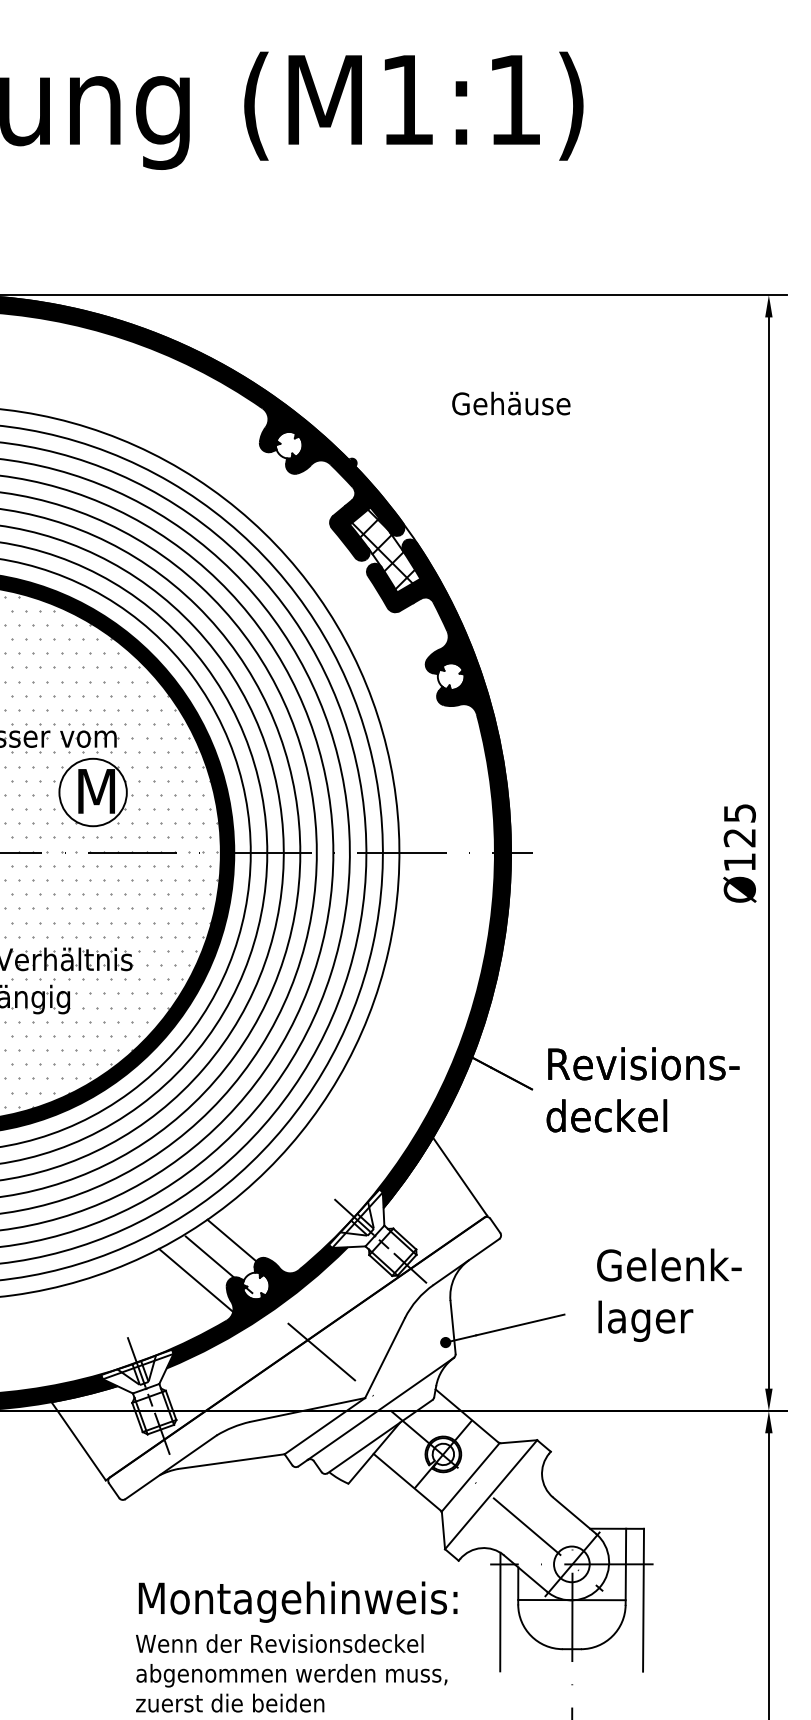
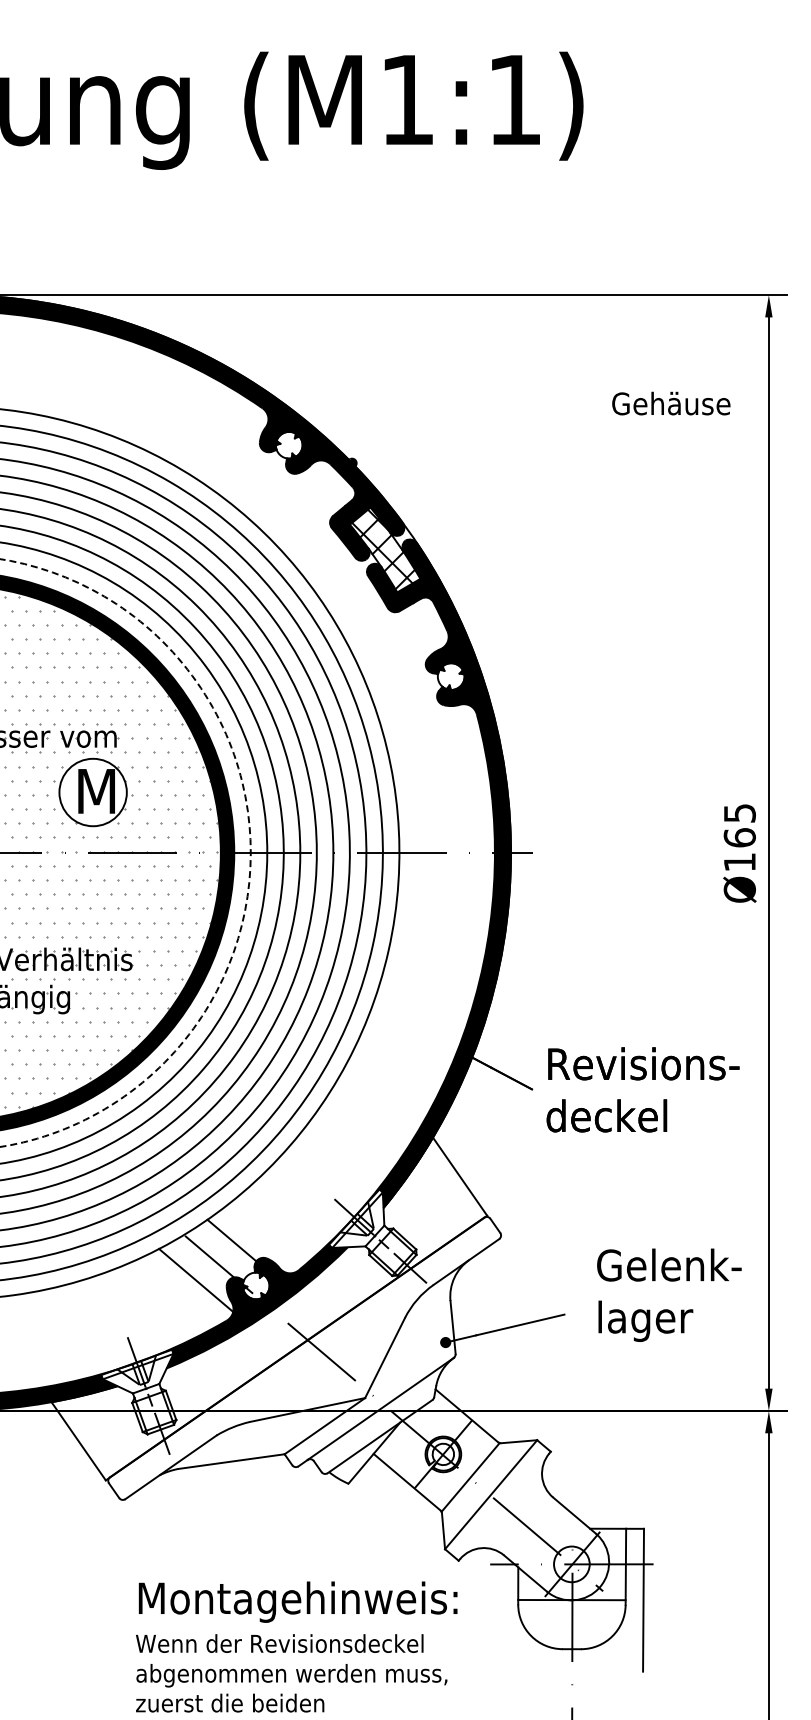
text at (511, 403) position: (511, 403) -> (671, 403)
text at (739, 837): Ø125 -> Ø165
arc at (250, 853): solid -> dashed
line at (500, 1611): present -> none
